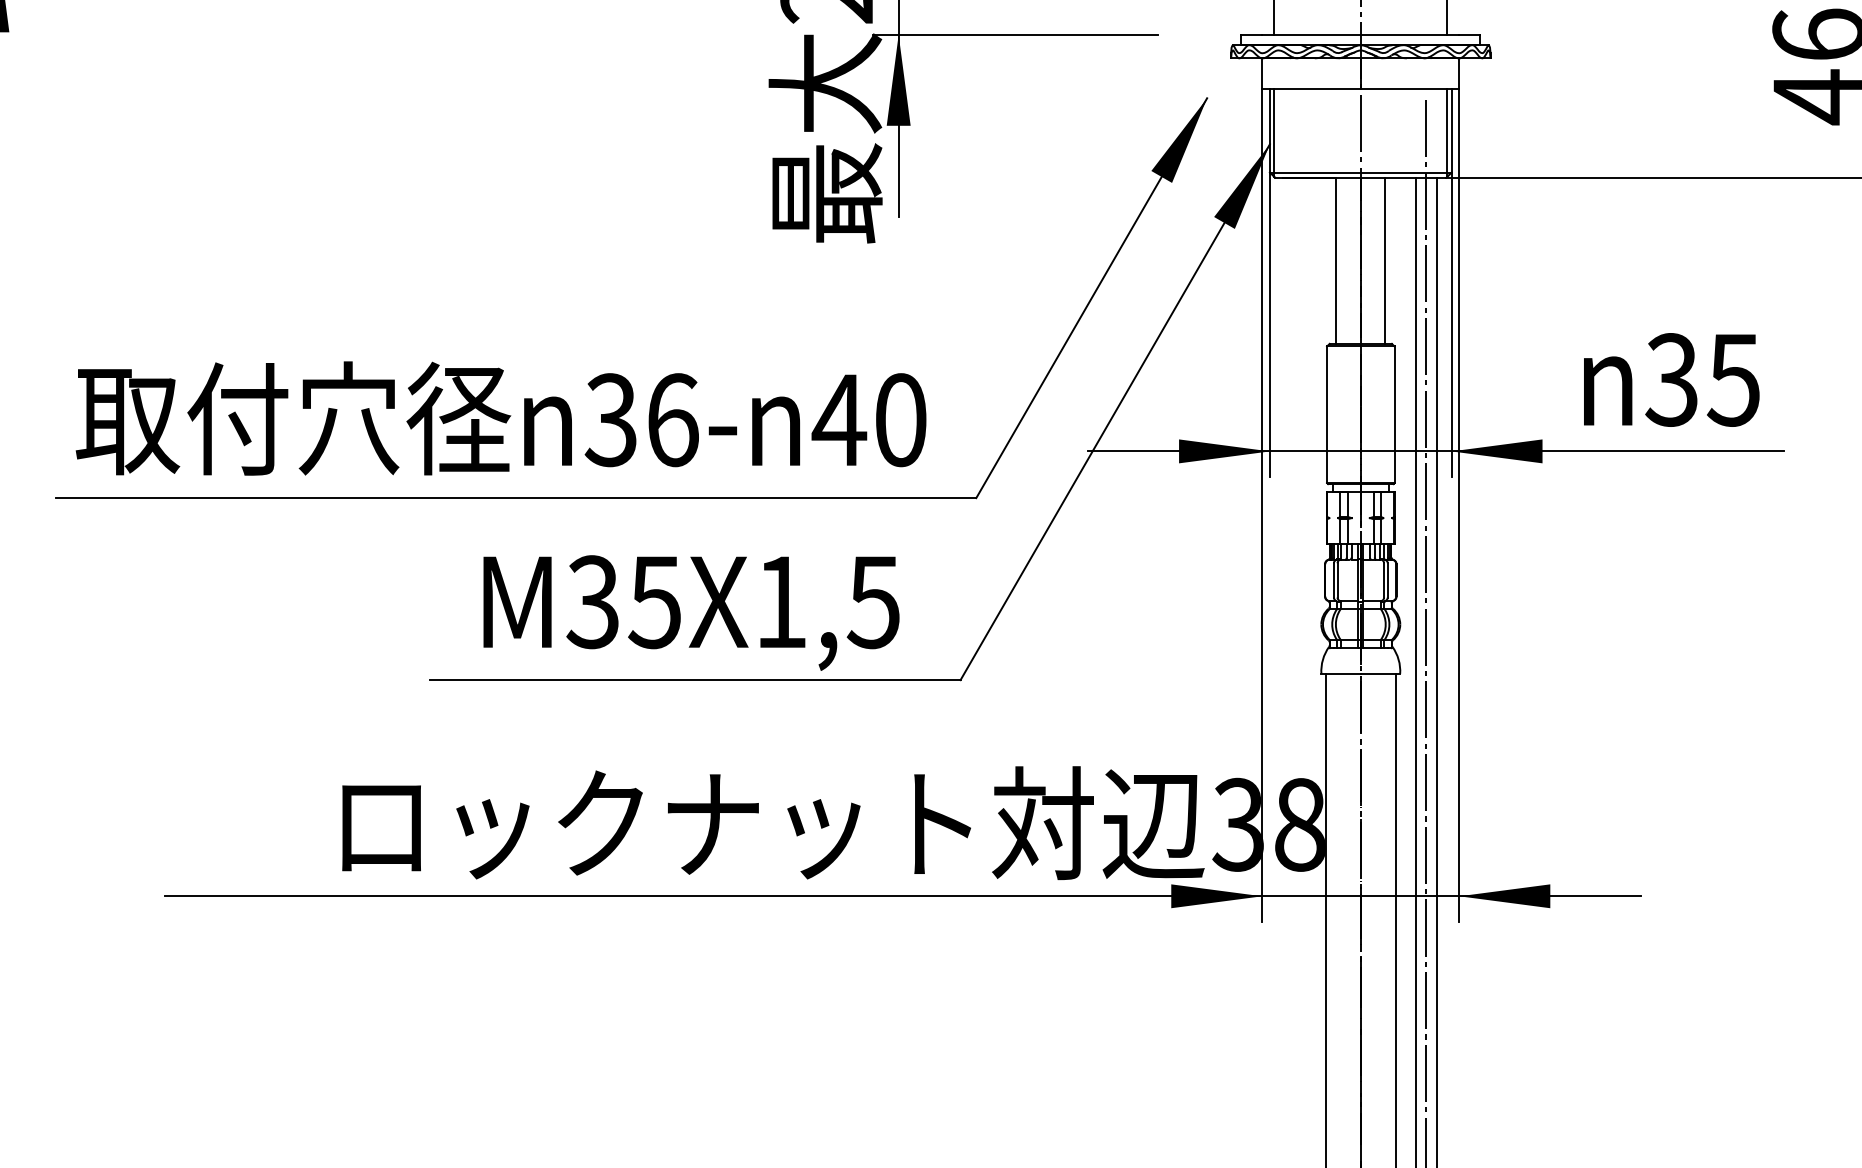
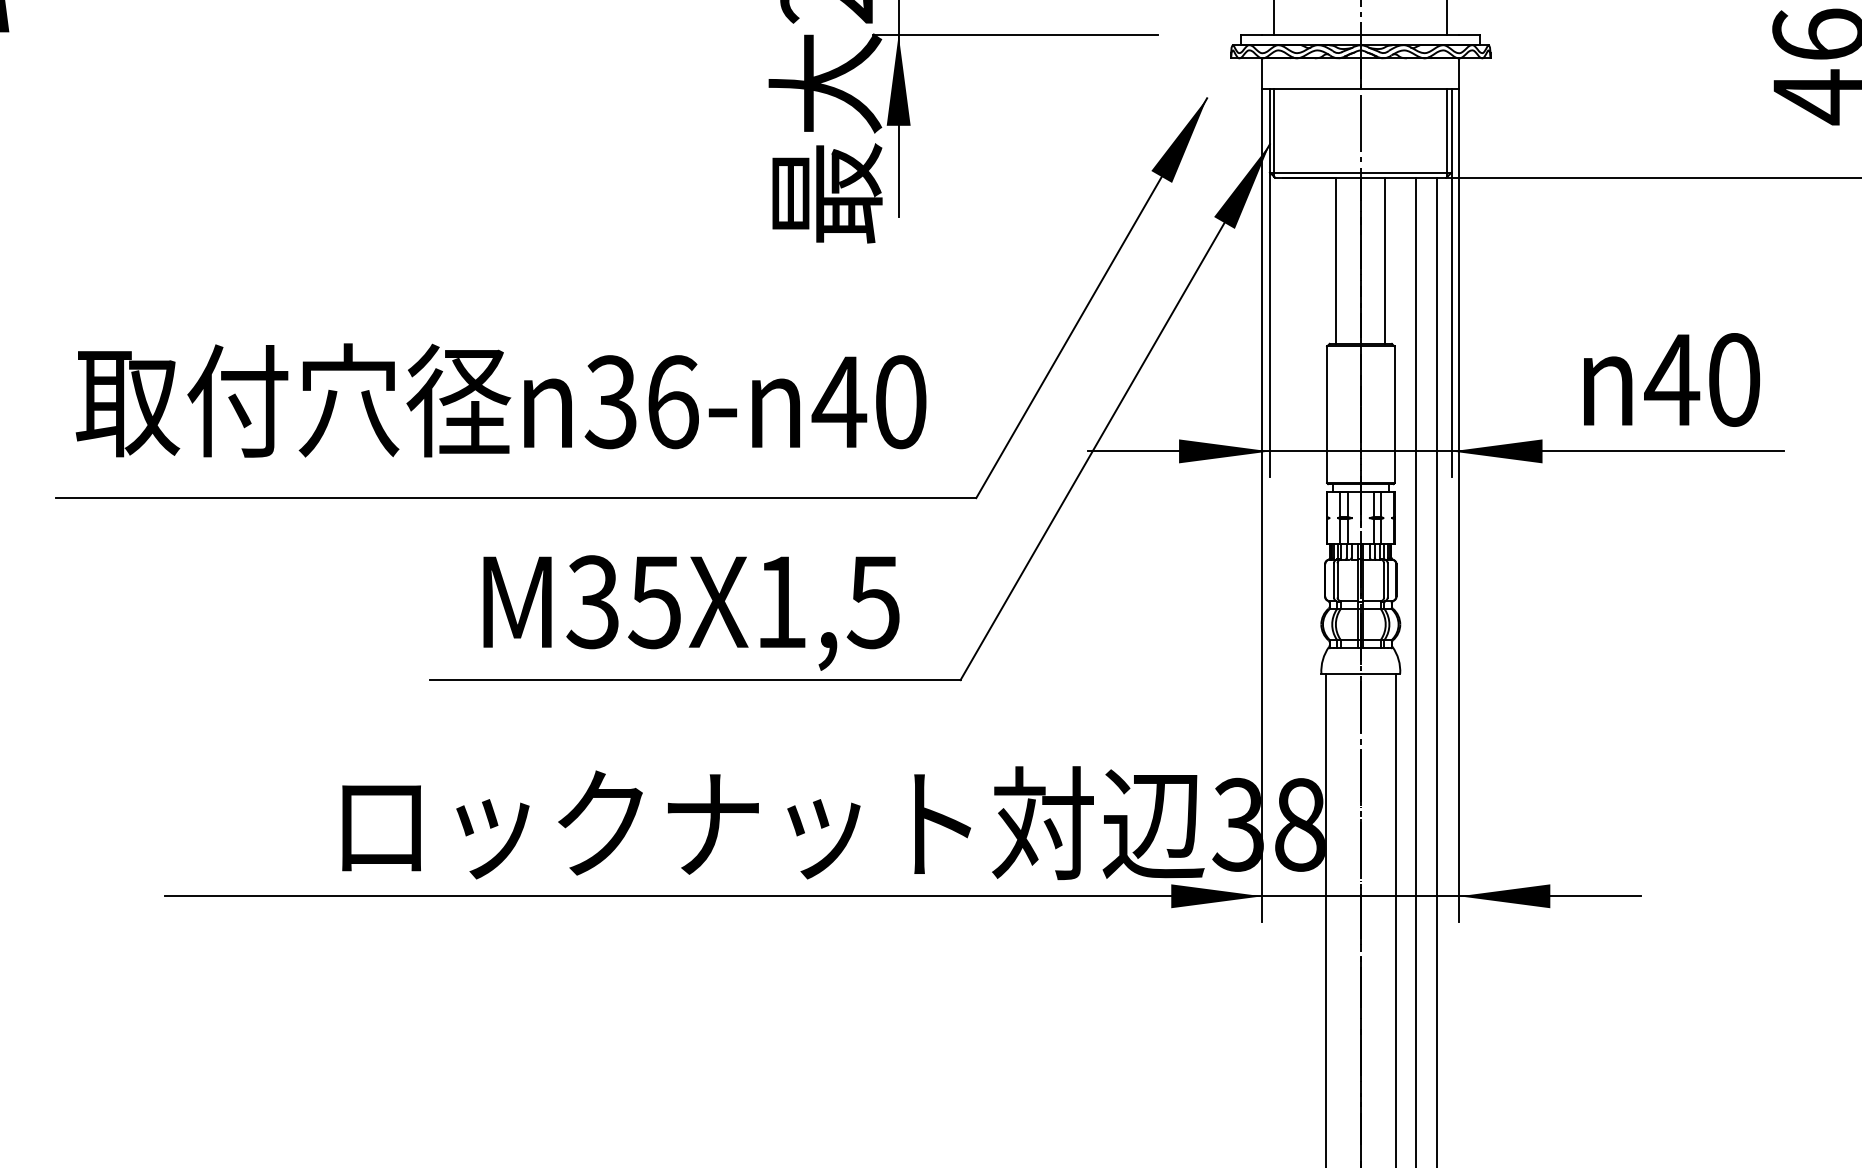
text at (1702, 379): 35 -> 40
text at (500, 418) position: (500, 418) -> (500, 400)
line at (1426, 631): present -> none
